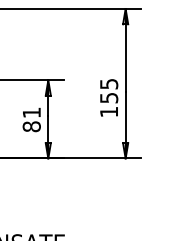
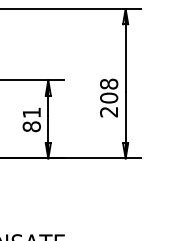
text at (109, 97): 155 -> 208
